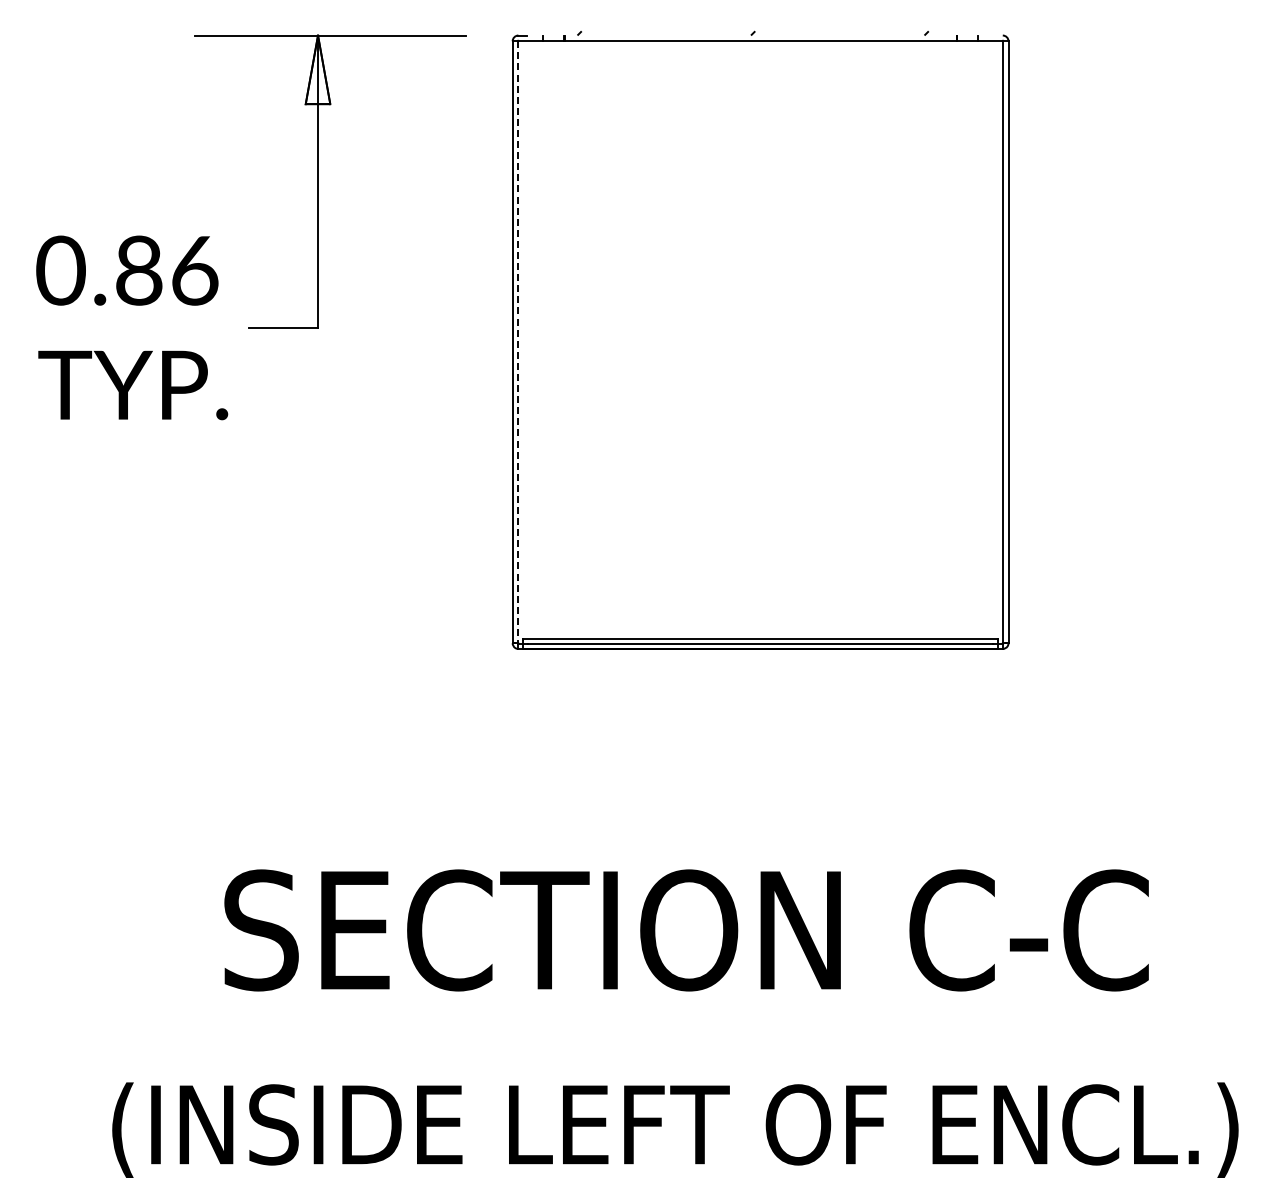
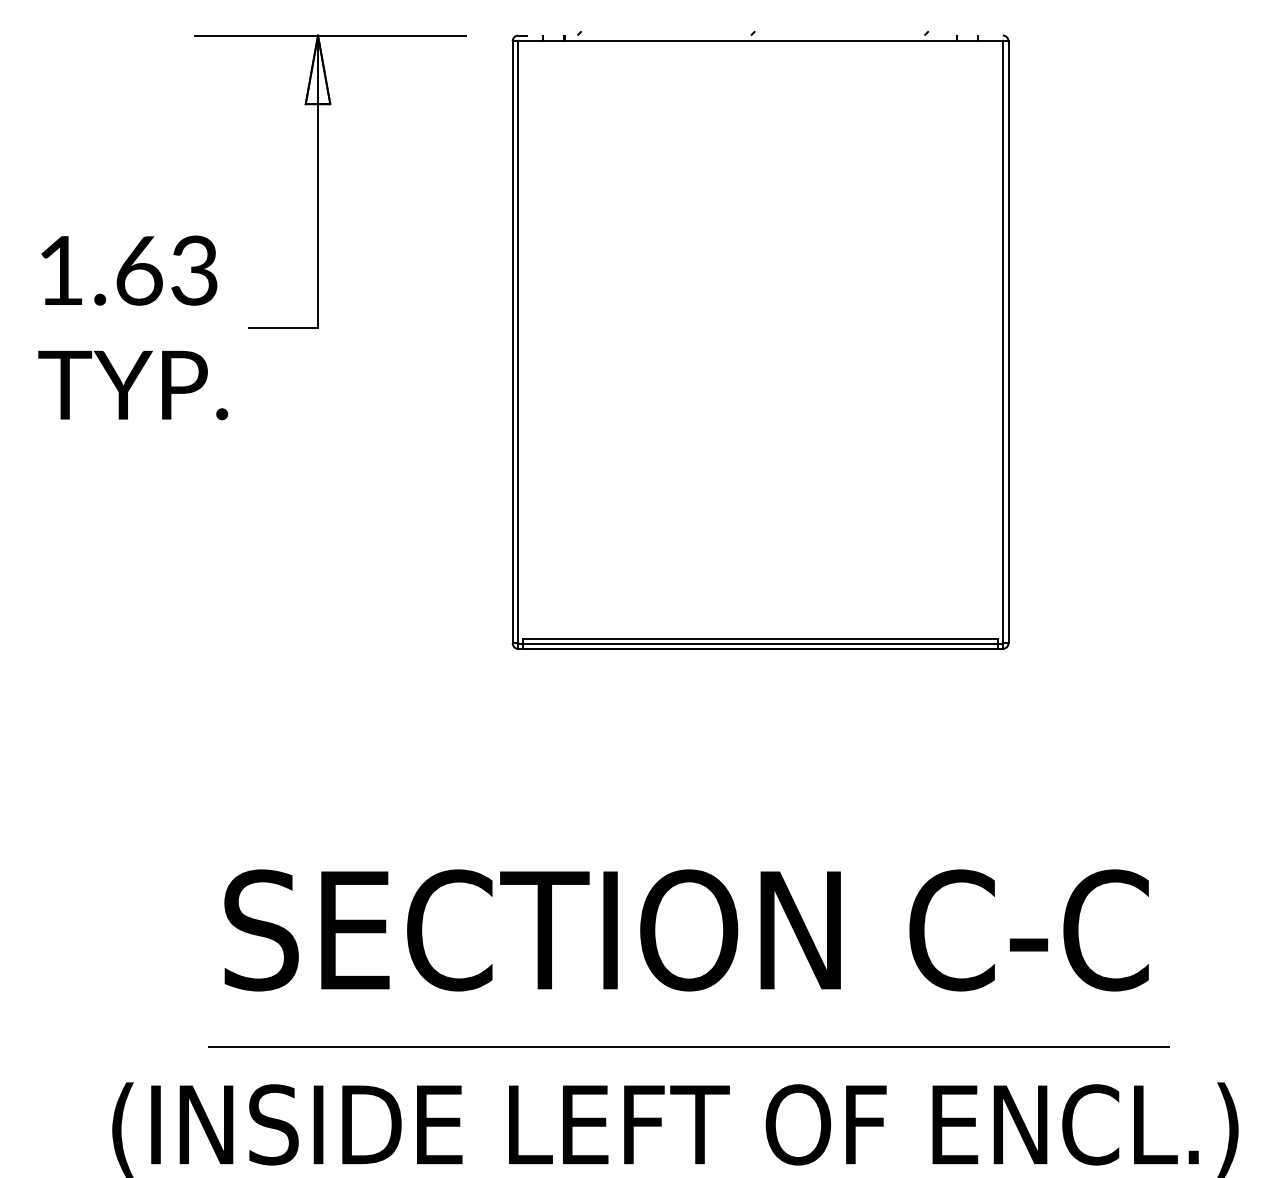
text at (127, 270): 0.86 -> 1.63
line at (517, 342): dashed -> solid
line at (688, 1046): none -> present
